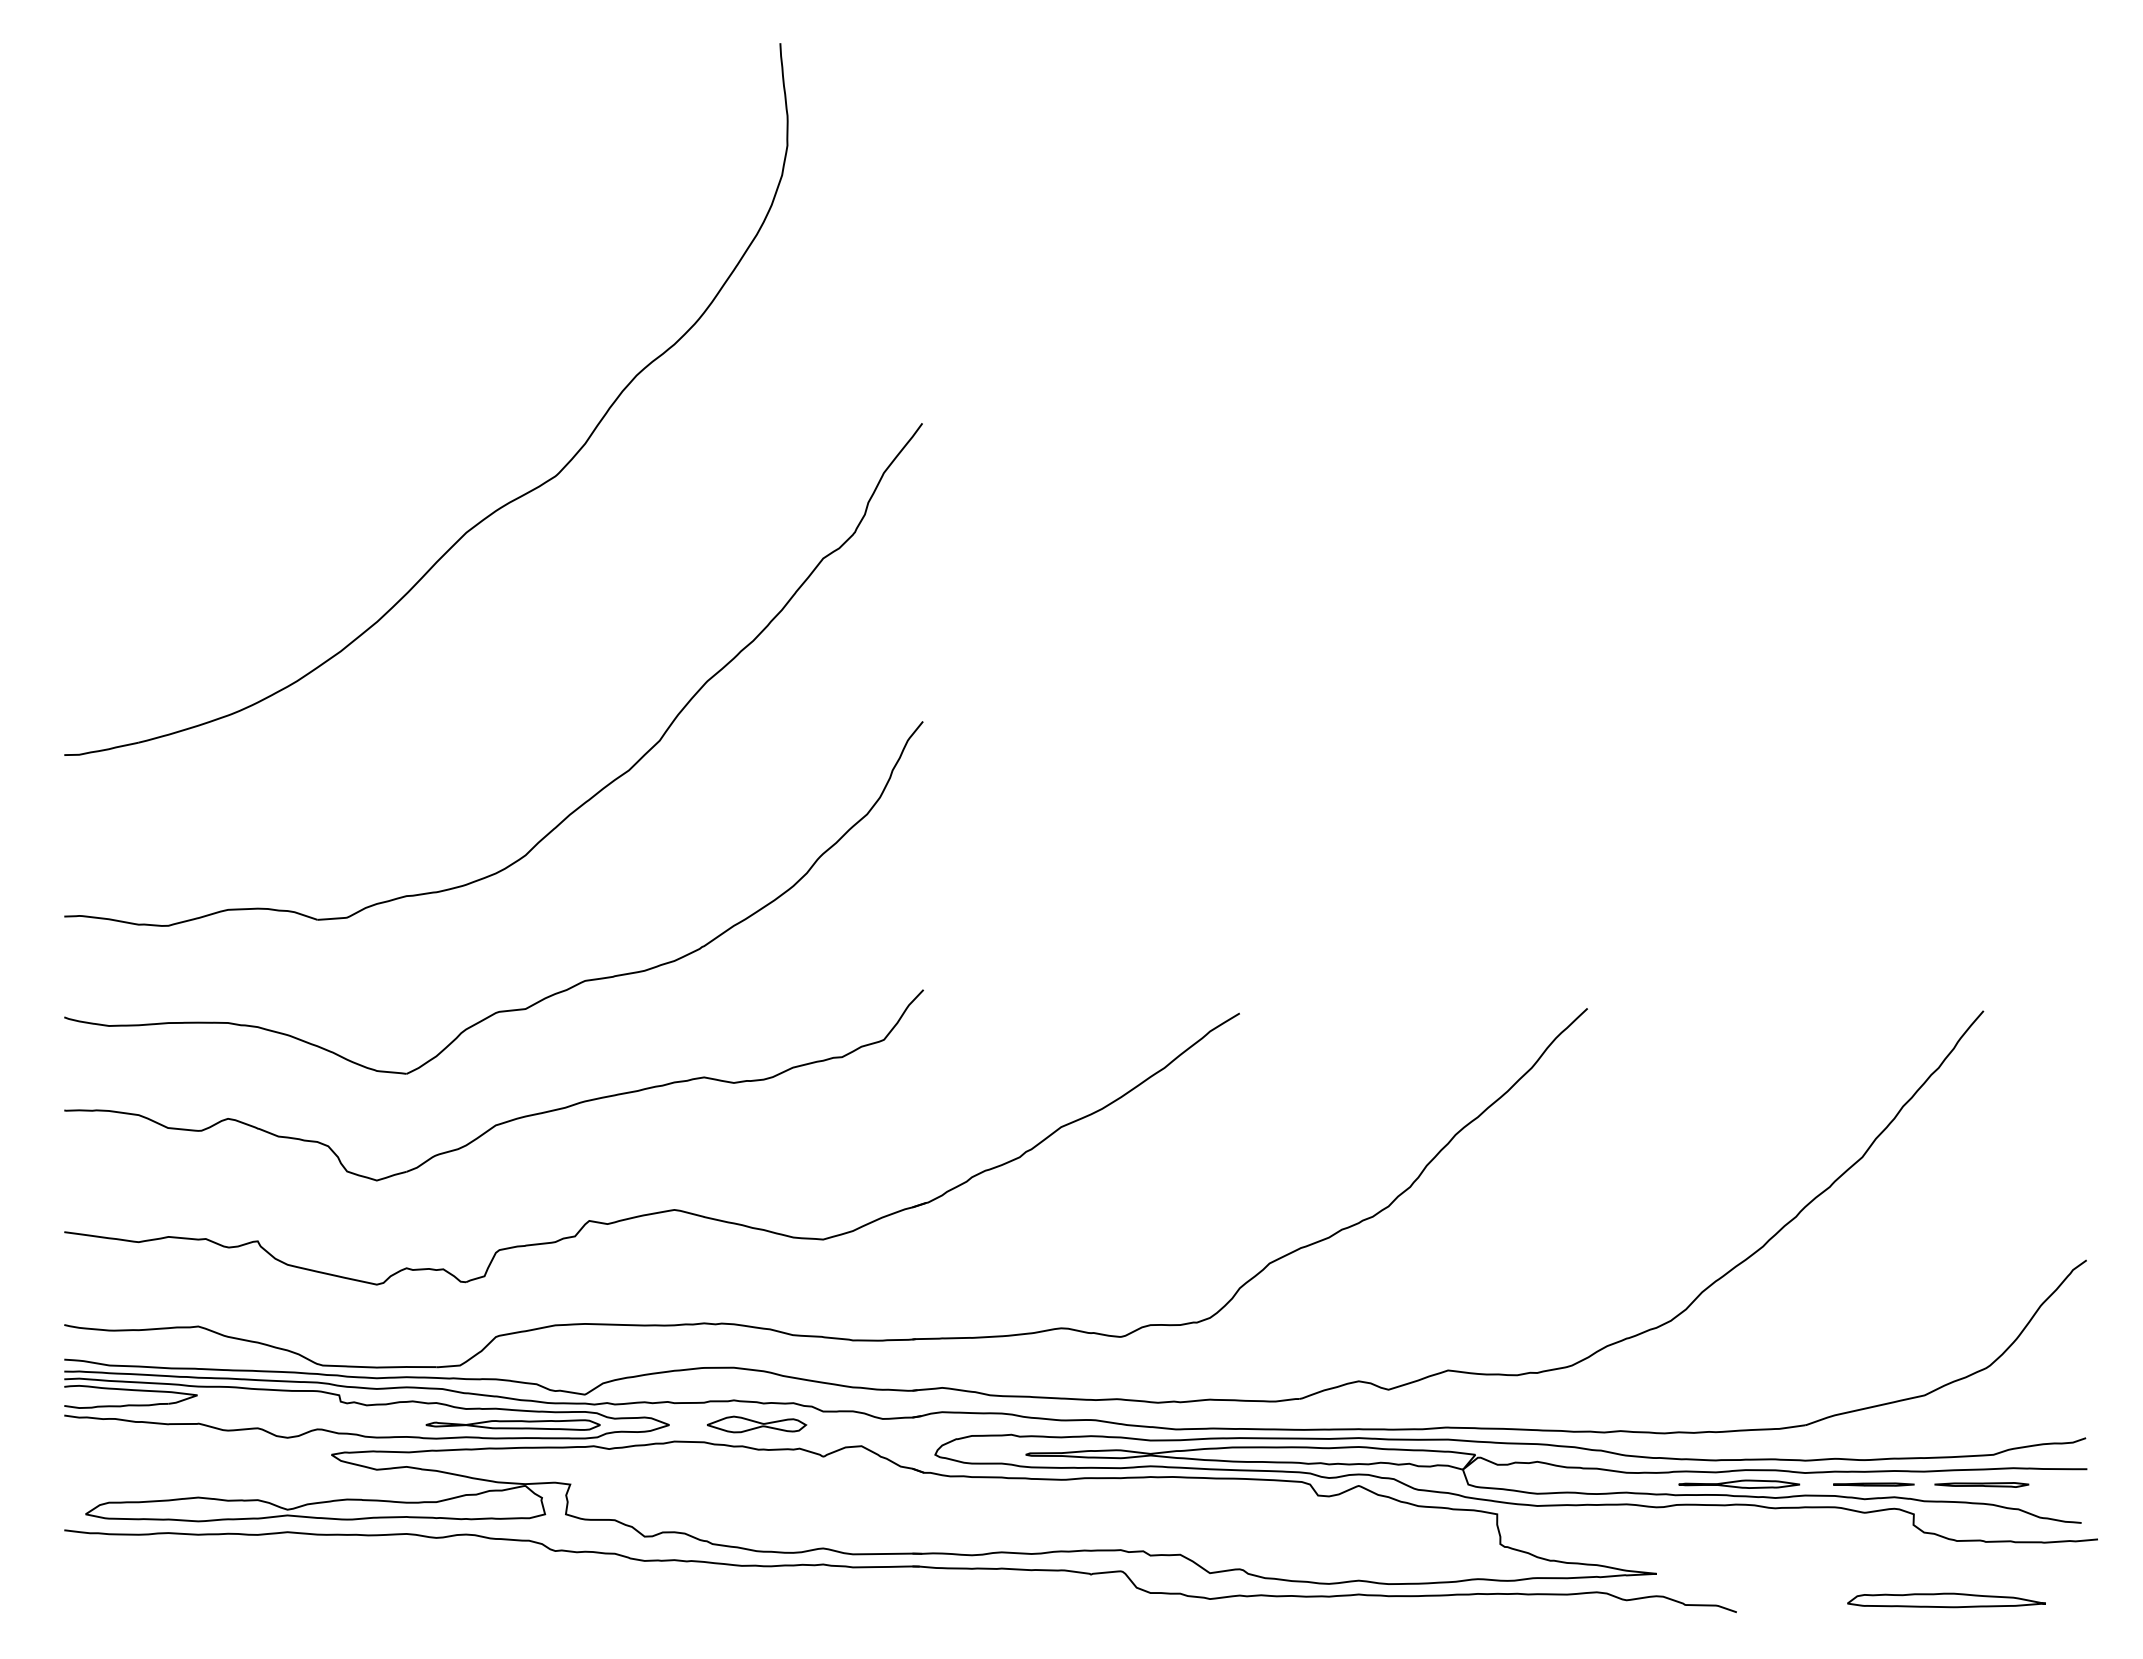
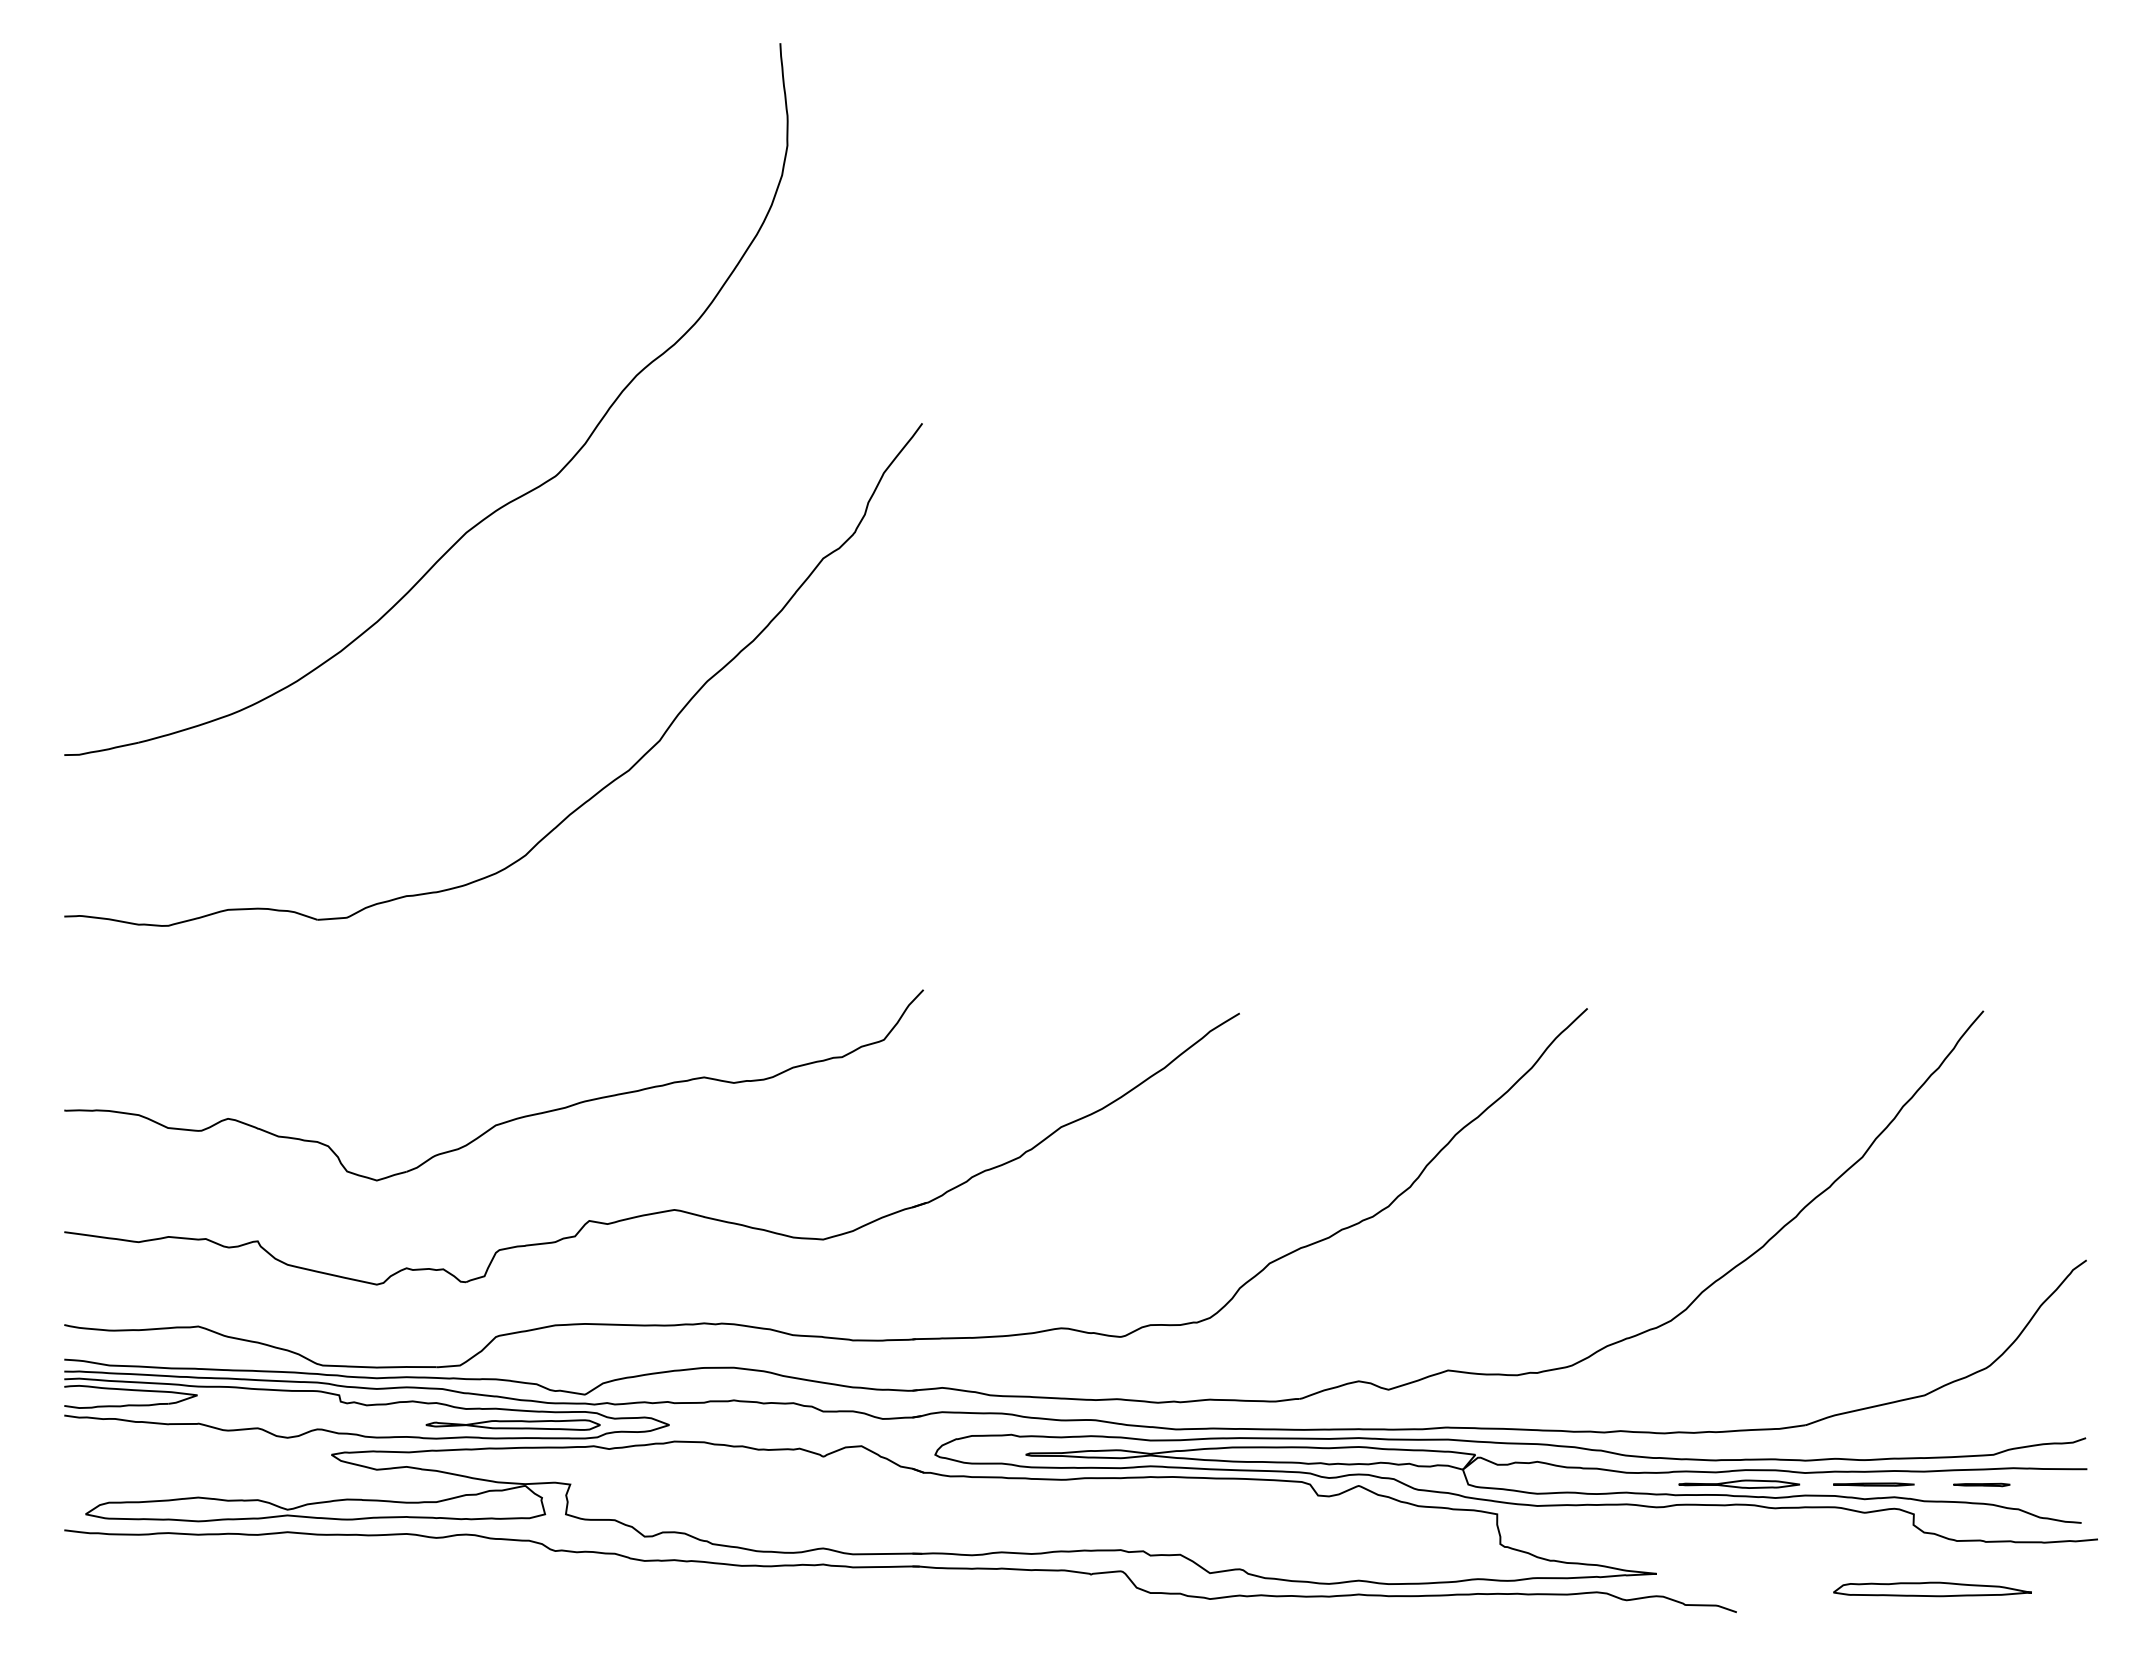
part at (544, 997): present -> none
part at (757, 1424): present -> none
part at (1981, 1484) size: 96x6 px -> 58x6 px
part at (1946, 1600) position: (1946, 1600) -> (1932, 1589)
